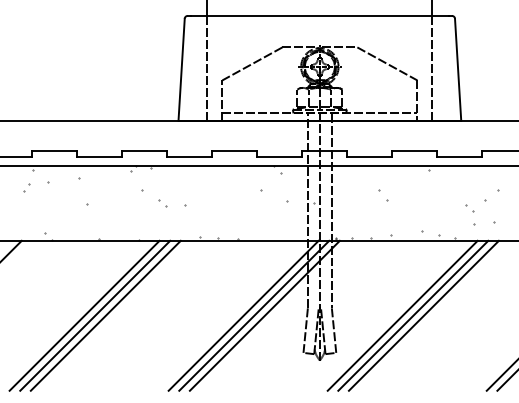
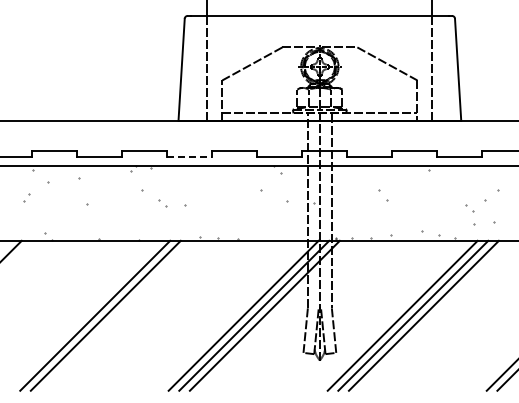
line at (190, 156): solid -> dashed
part at (26, 187) position: (26, 187) -> (26, 197)
line at (84, 315): present -> none
